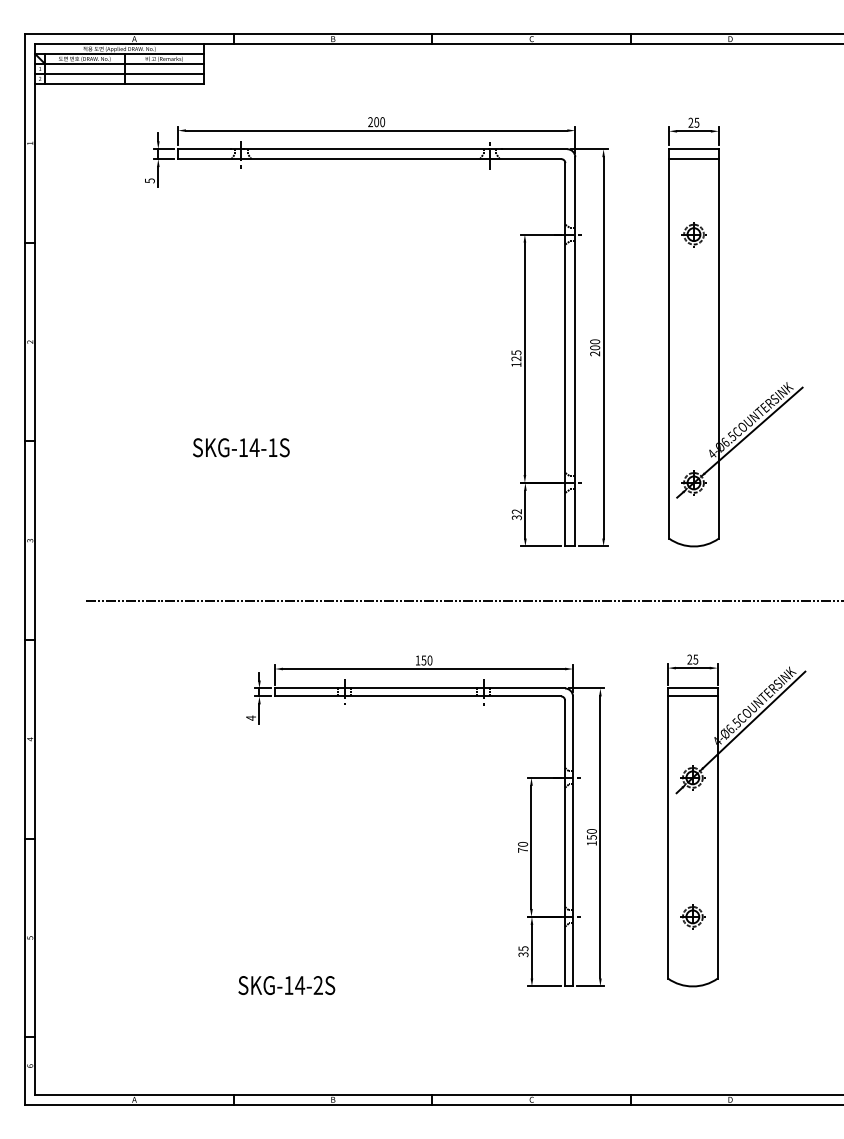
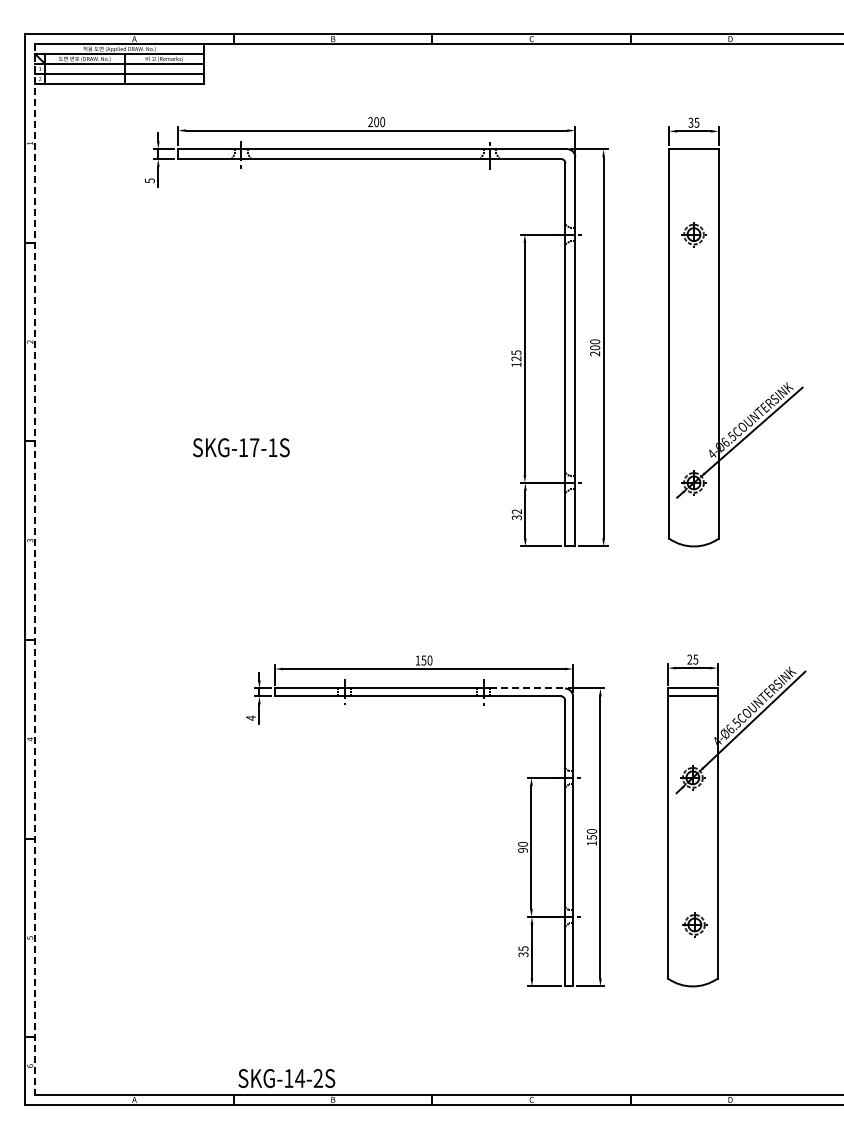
text at (690, 122): 25 -> 35
line at (693, 159): present -> none
text at (254, 447): SKG-14-1S -> SKG-17-1S
line at (35, 569): solid -> dashed
line at (463, 601): present -> none
line at (527, 688): solid -> dashed
text at (523, 850): 70 -> 90
part at (692, 916) position: (692, 916) -> (694, 924)
text at (286, 985) position: (286, 985) -> (286, 1078)
